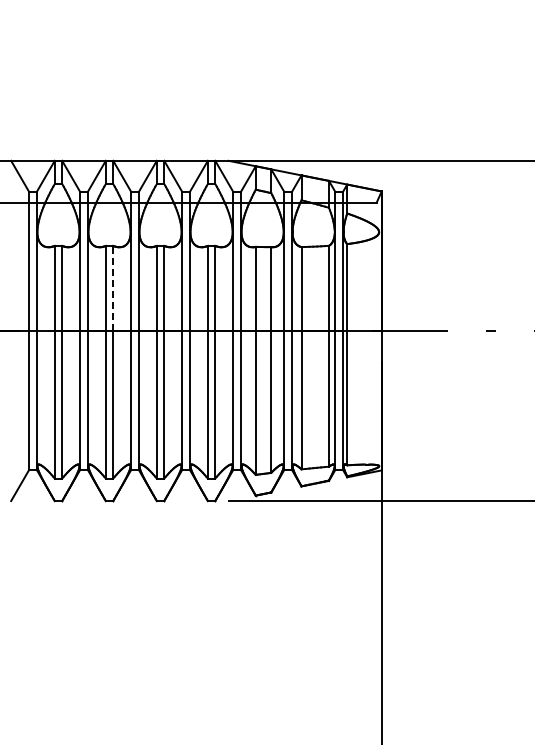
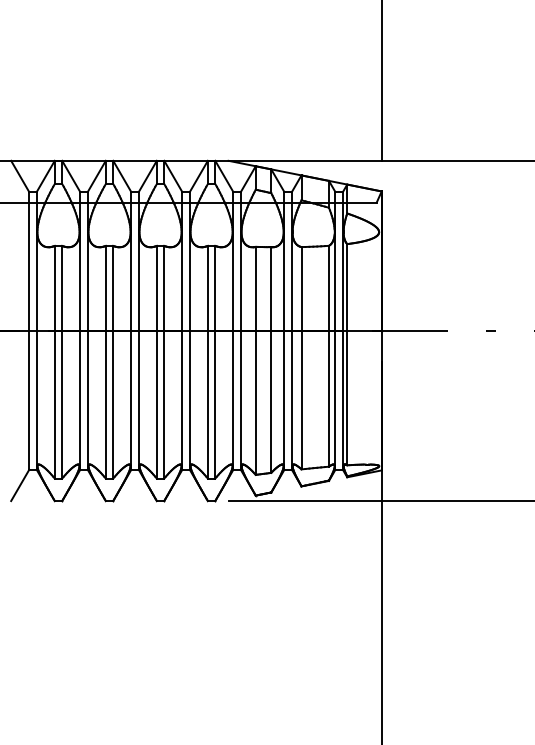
line at (381, 81): none -> present
line at (113, 288): dashed -> solid
